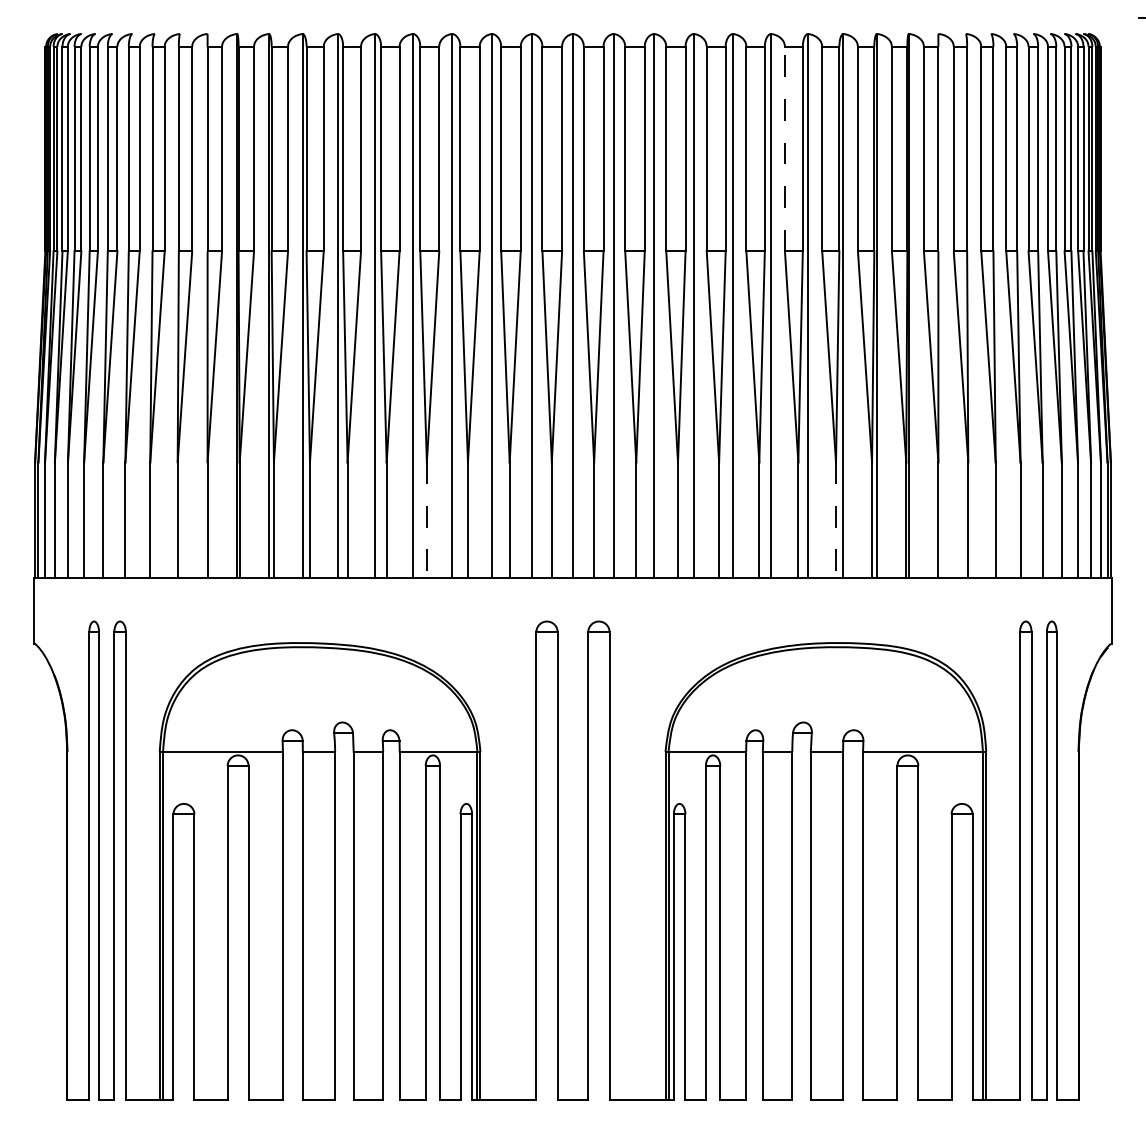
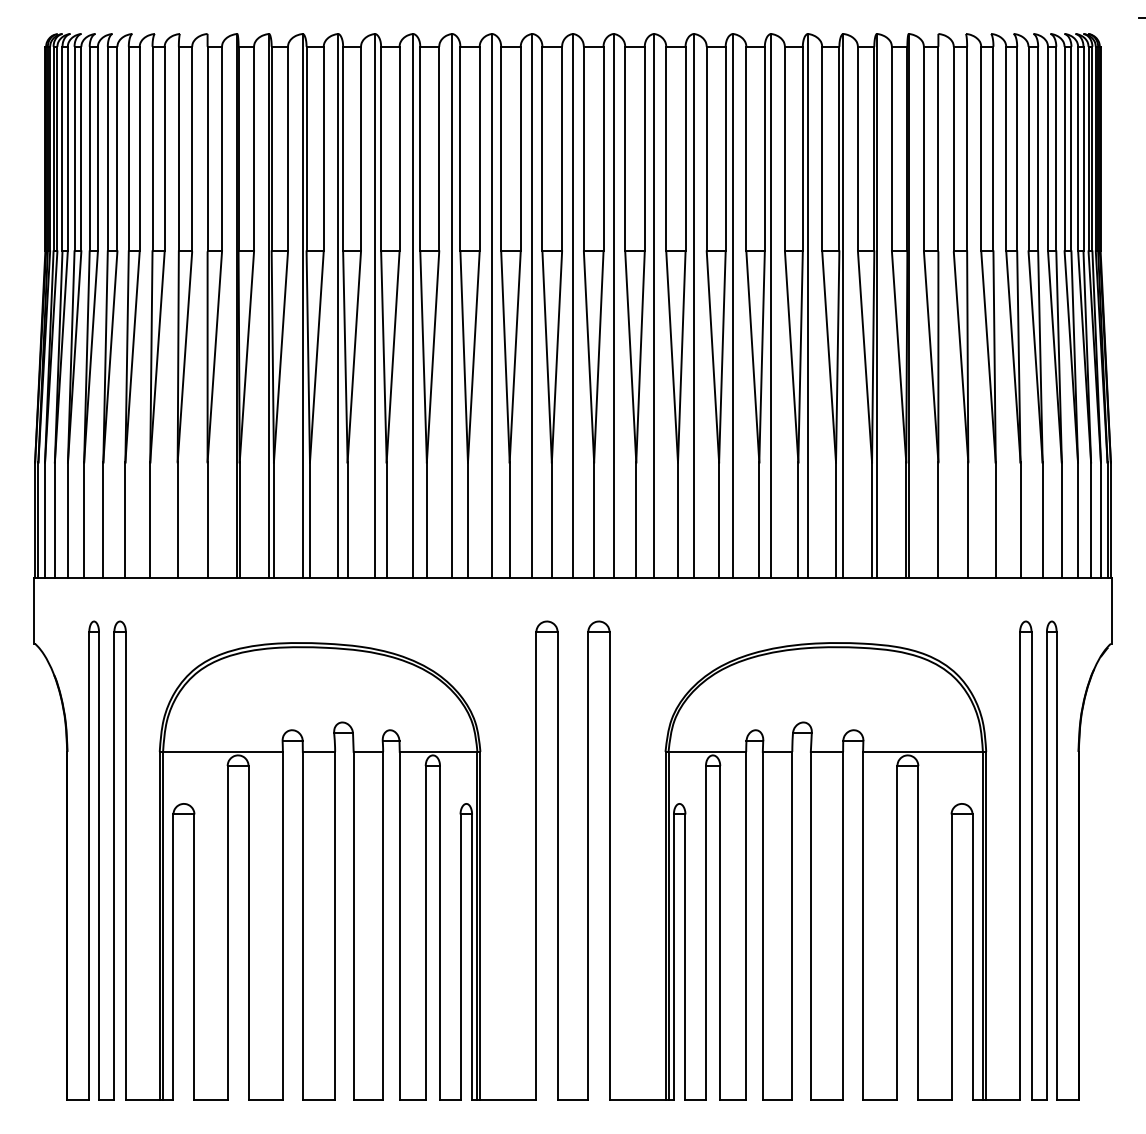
line at (784, 148): dashed -> solid
line at (426, 520): dashed -> solid
line at (836, 520): dashed -> solid
